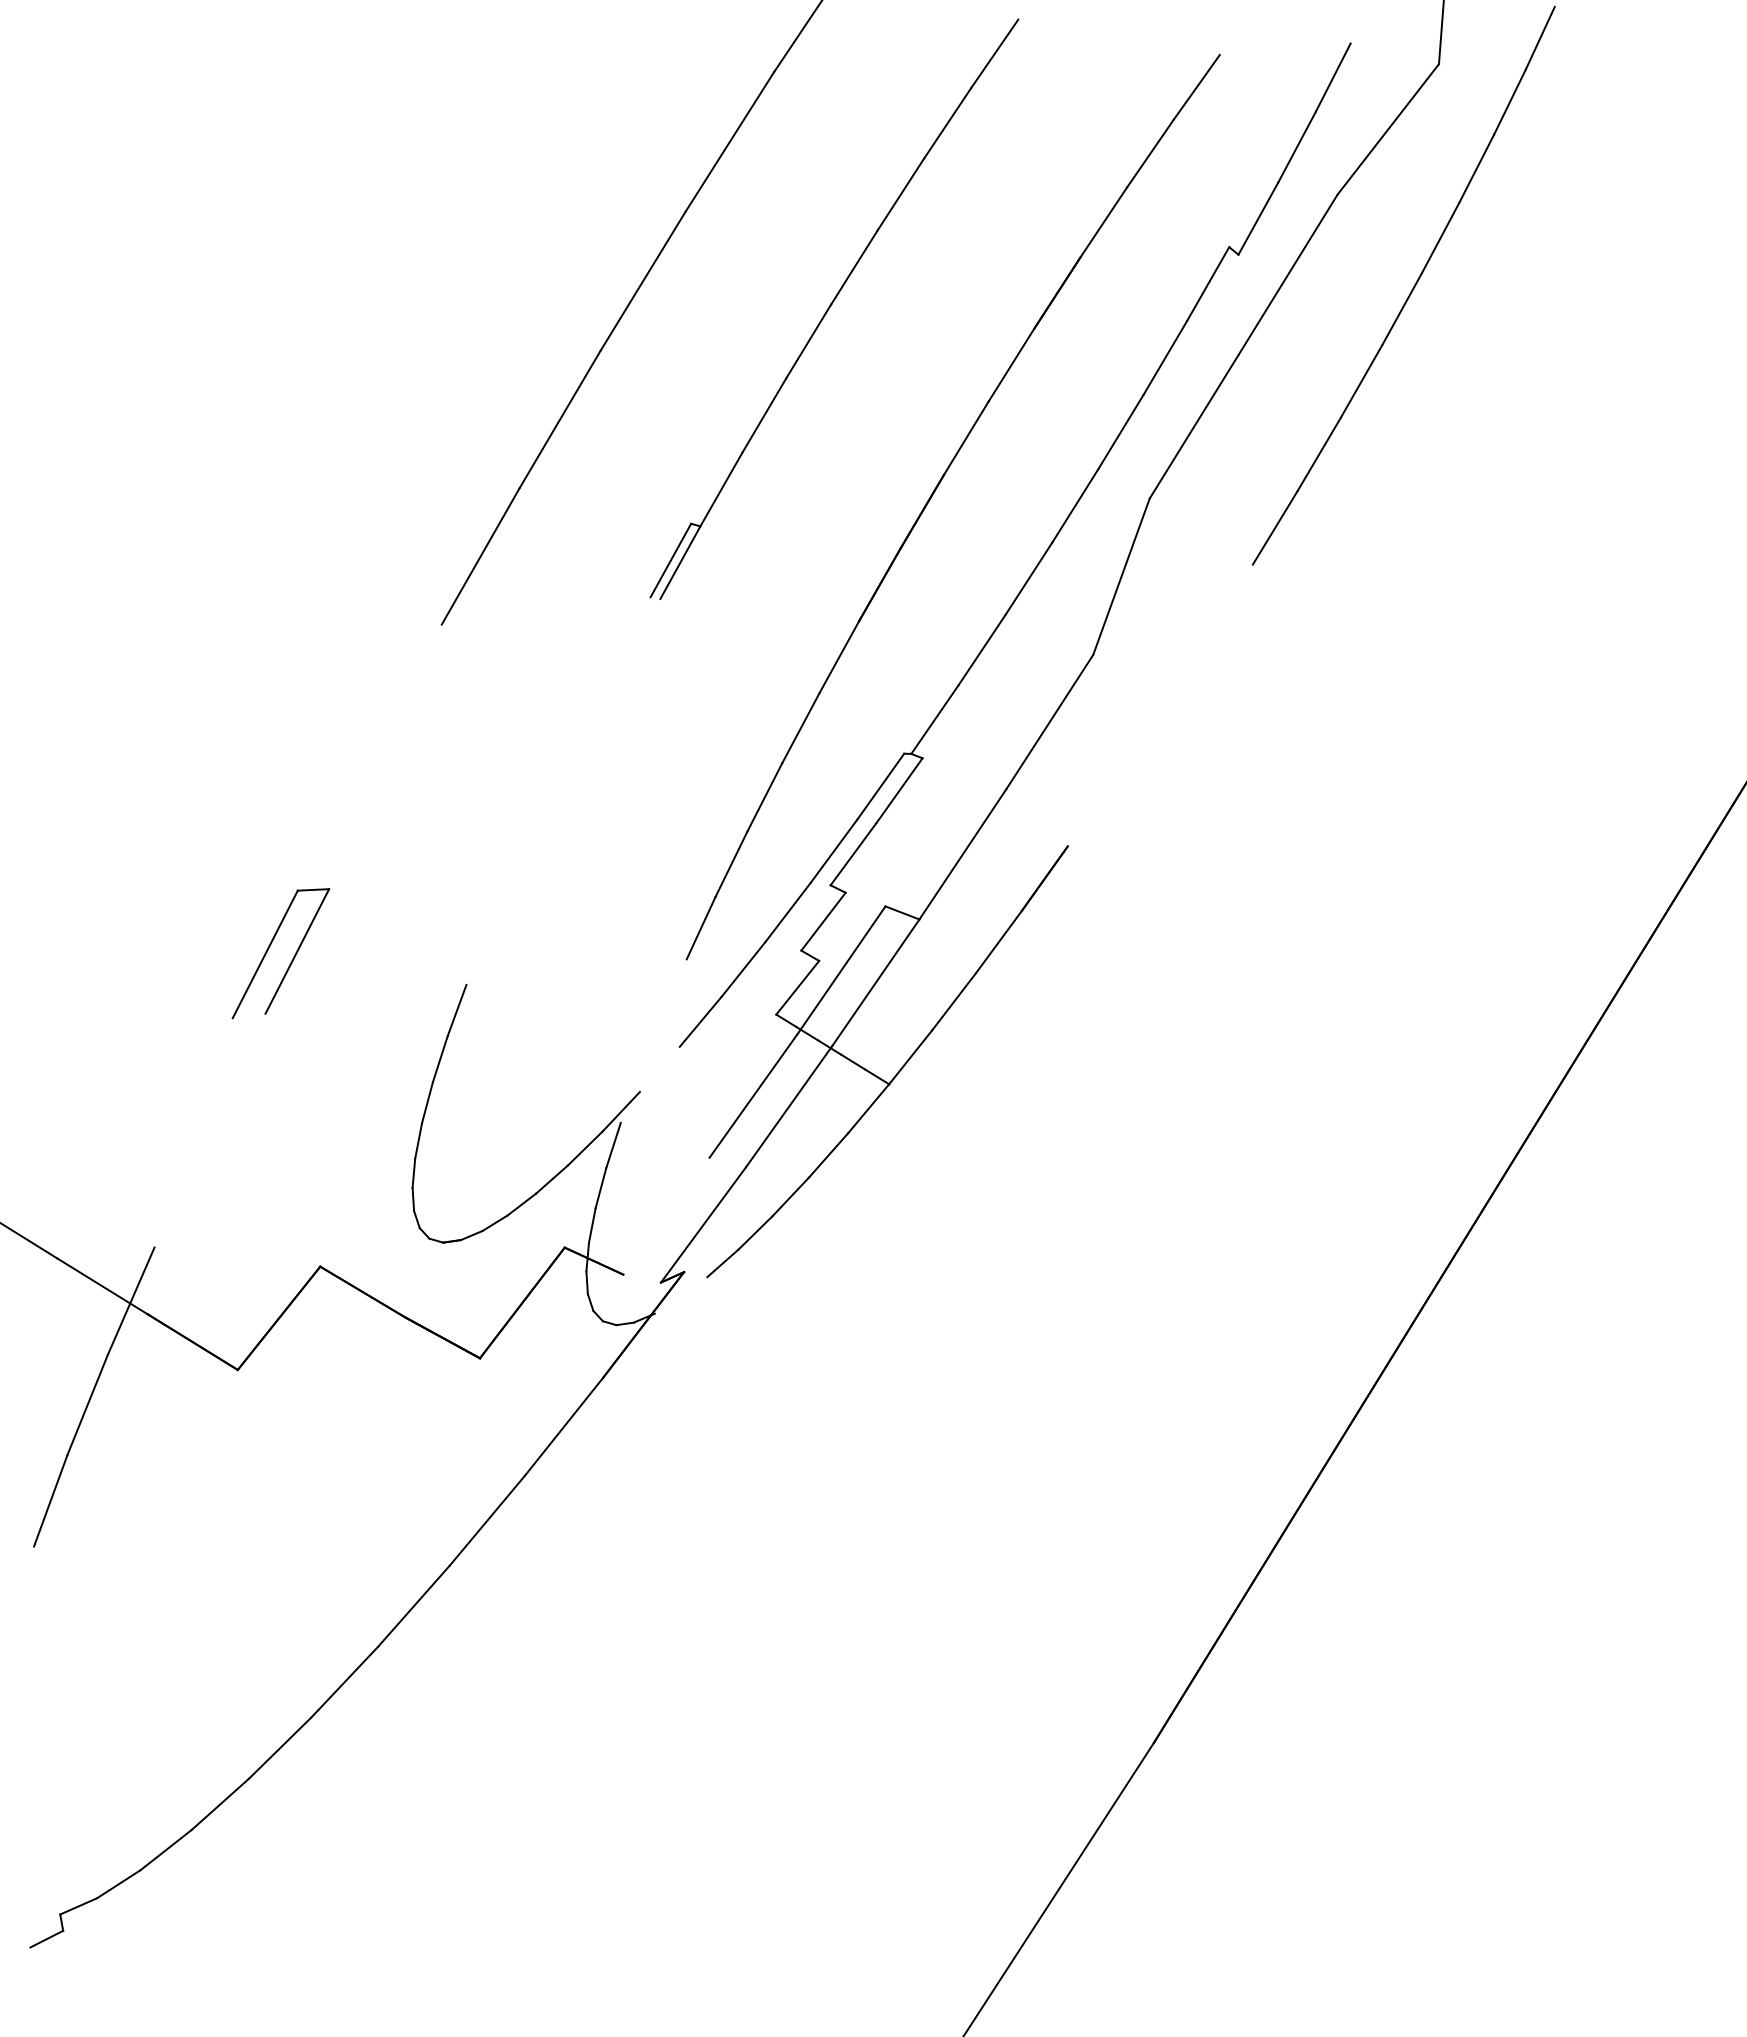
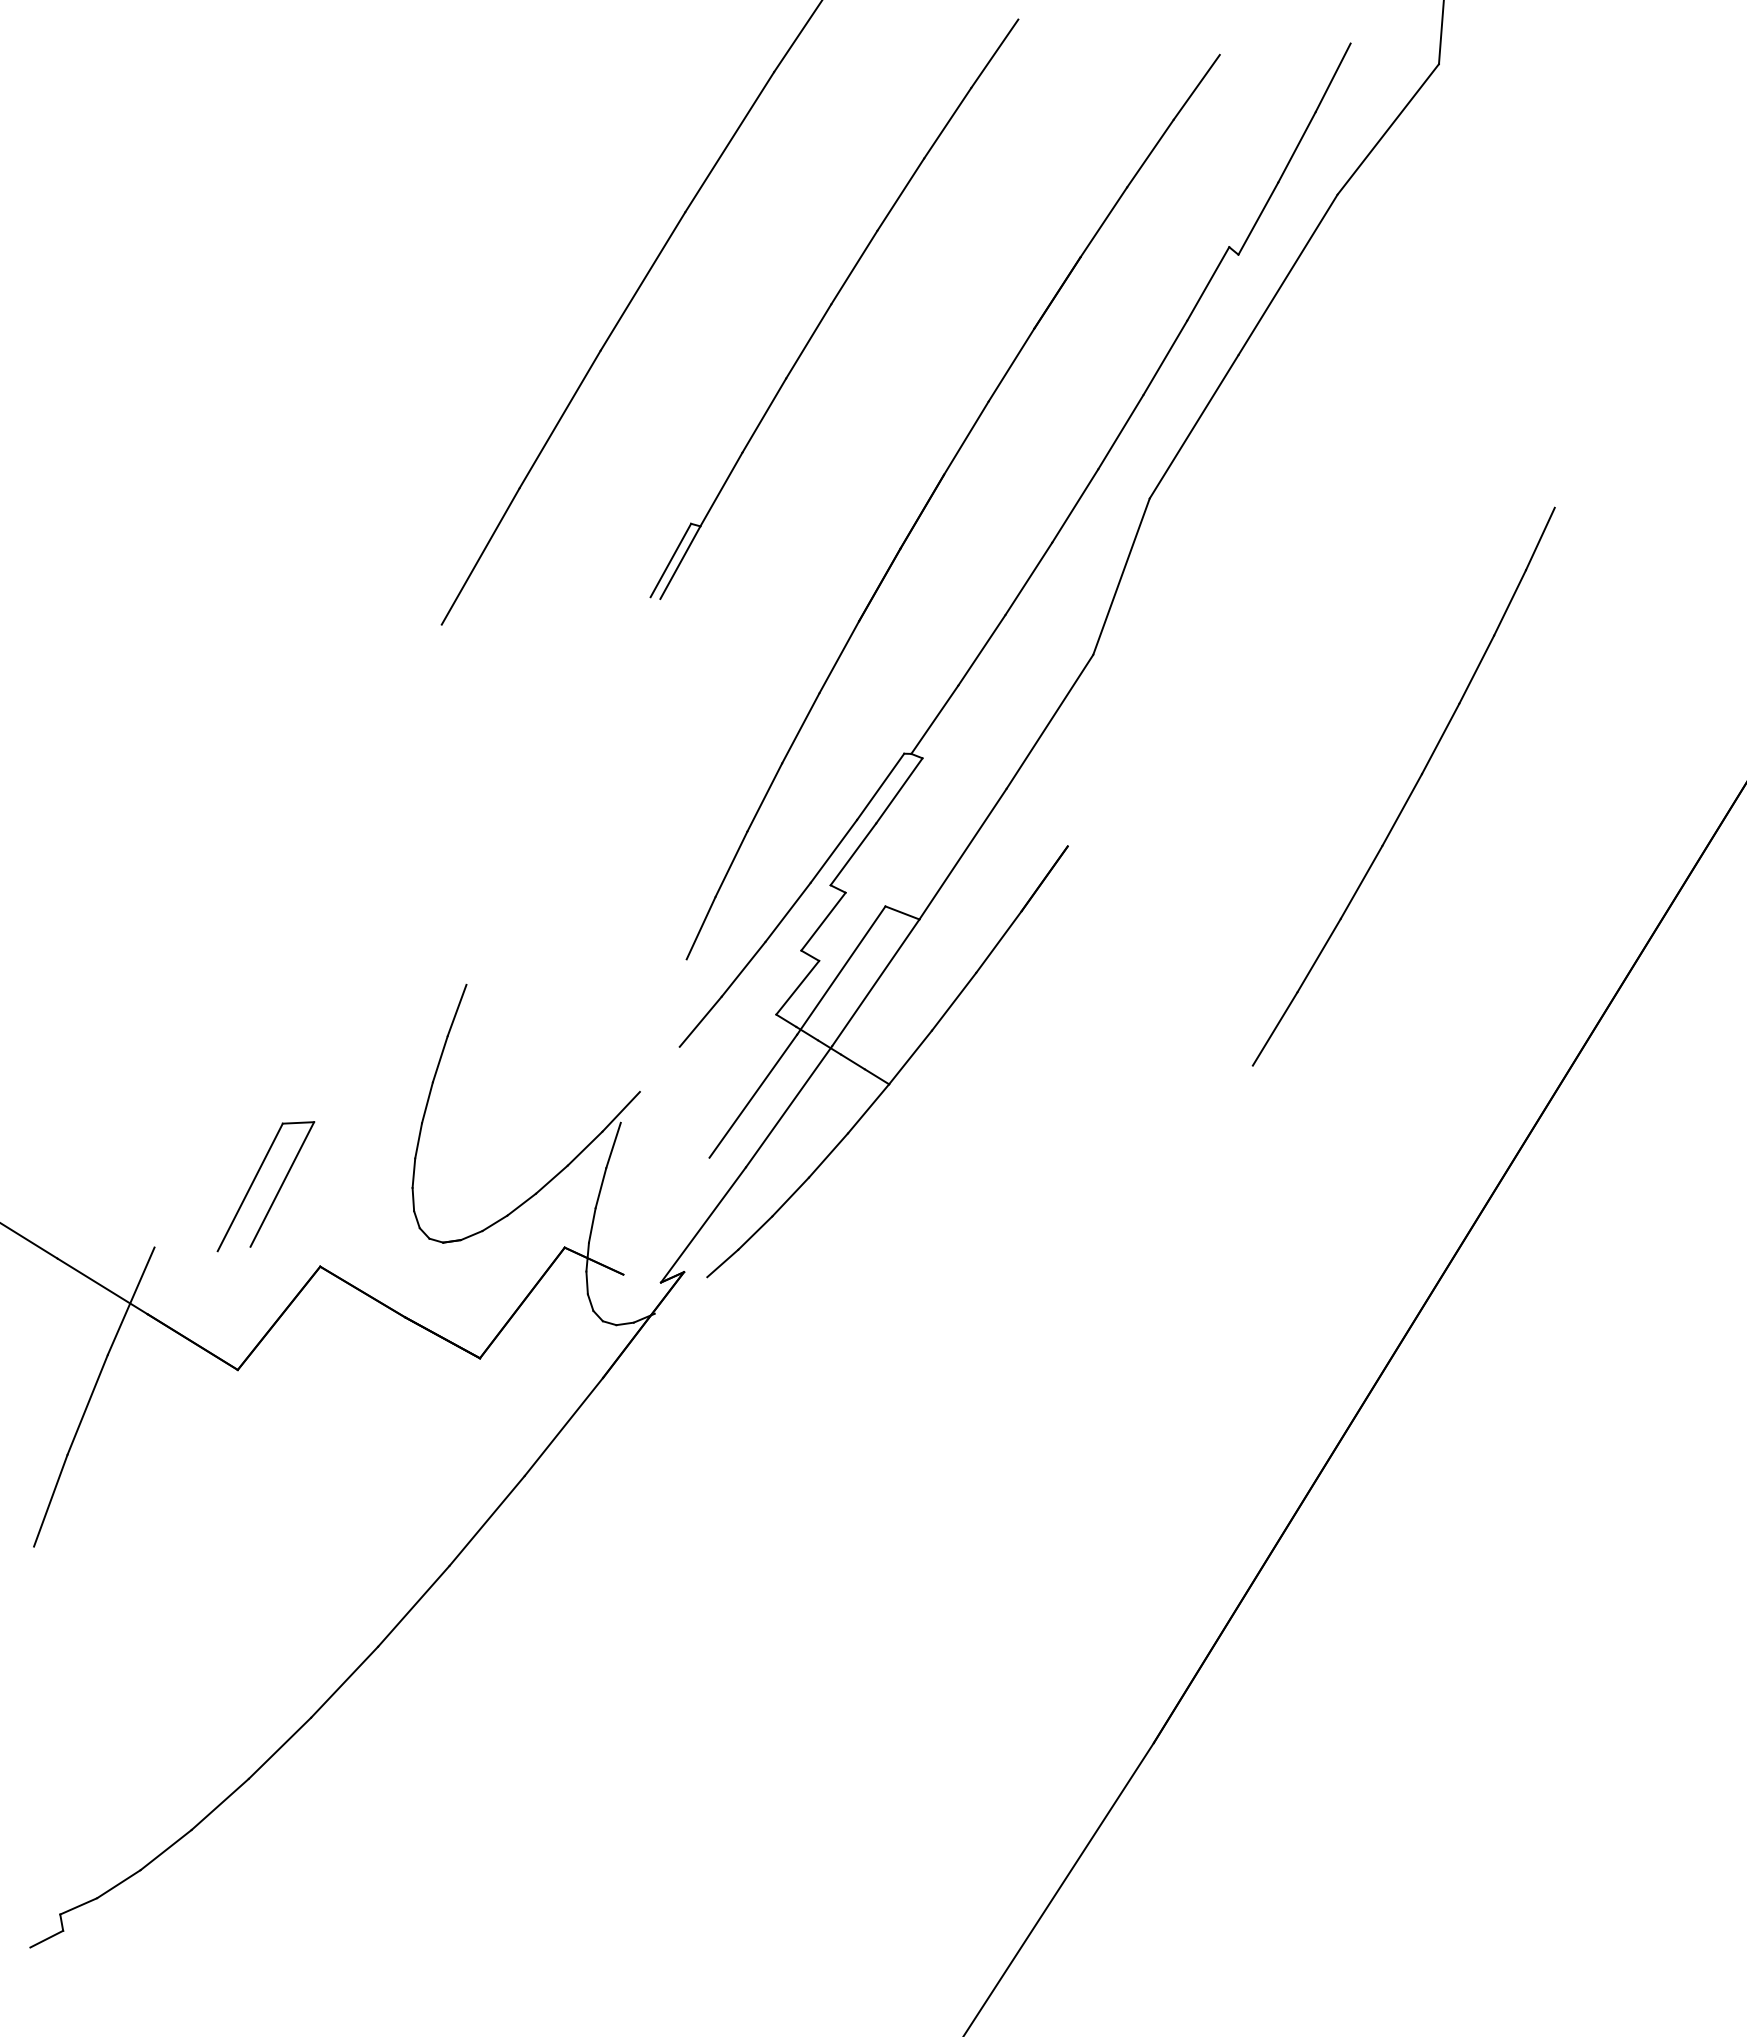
part at (1411, 289) position: (1411, 289) -> (1411, 790)
part at (269, 948) position: (269, 948) -> (254, 1181)
